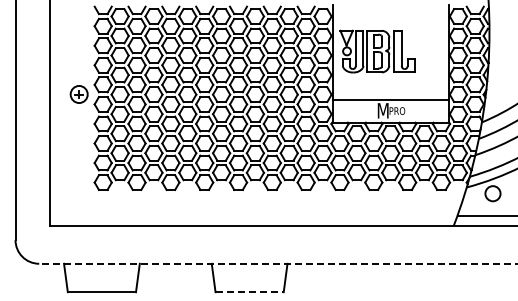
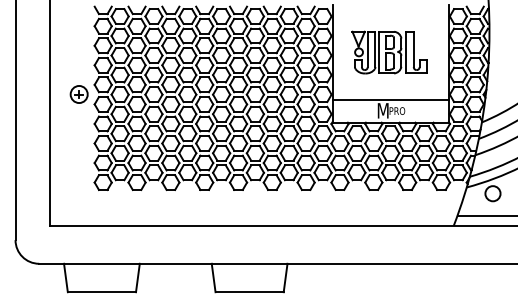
part at (377, 51) position: (377, 51) -> (389, 52)
line at (277, 263): dashed -> solid
line at (250, 292): dashed -> solid
